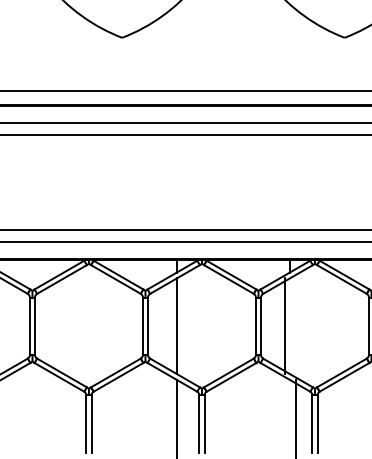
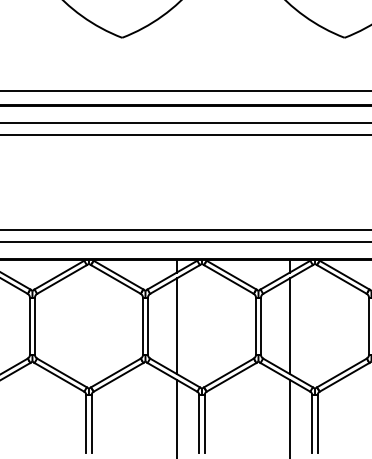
line at (284, 326) position: (284, 326) -> (289, 326)
line at (295, 417) position: (295, 417) -> (289, 417)
